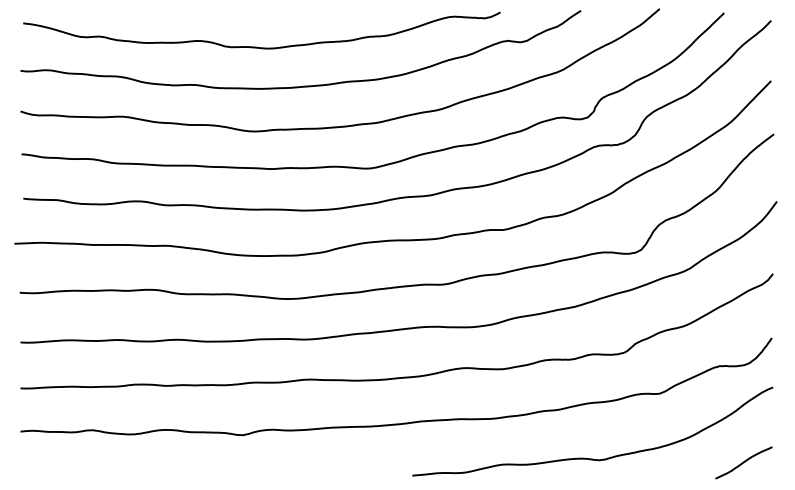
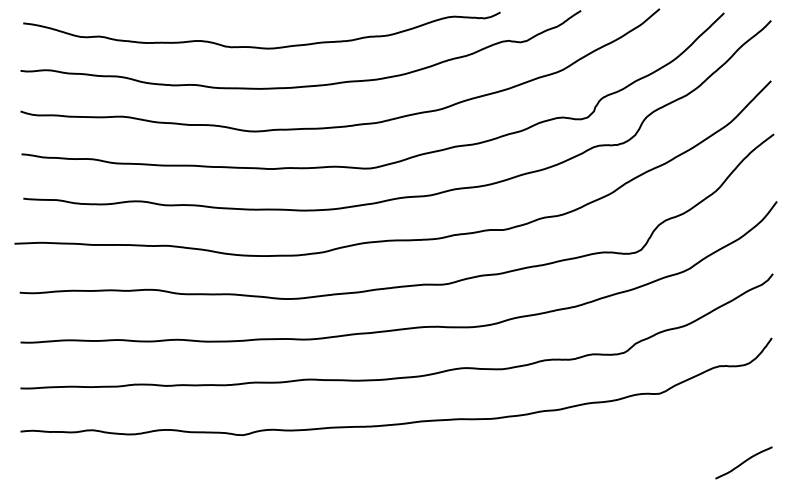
curve at (585, 457): present -> none
